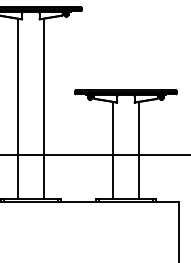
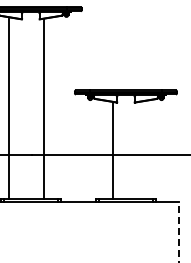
line at (18, 108) position: (18, 108) -> (9, 108)
line at (138, 150): present -> none
line at (179, 232): solid -> dashed
